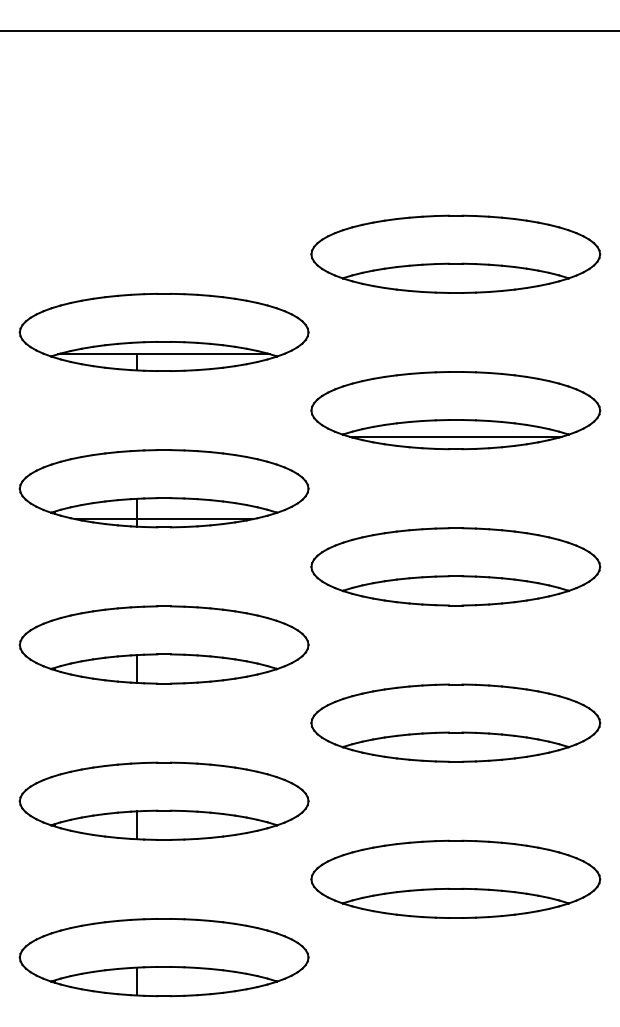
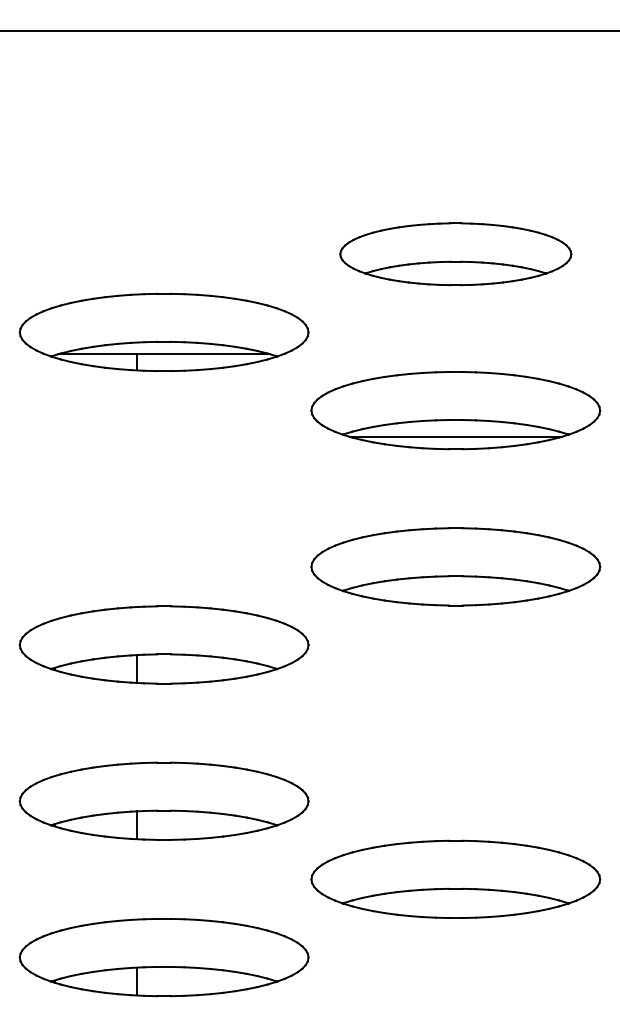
part at (455, 253) size: 292x80 px -> 234x65 px
part at (163, 488): present -> none
part at (455, 722): present -> none
